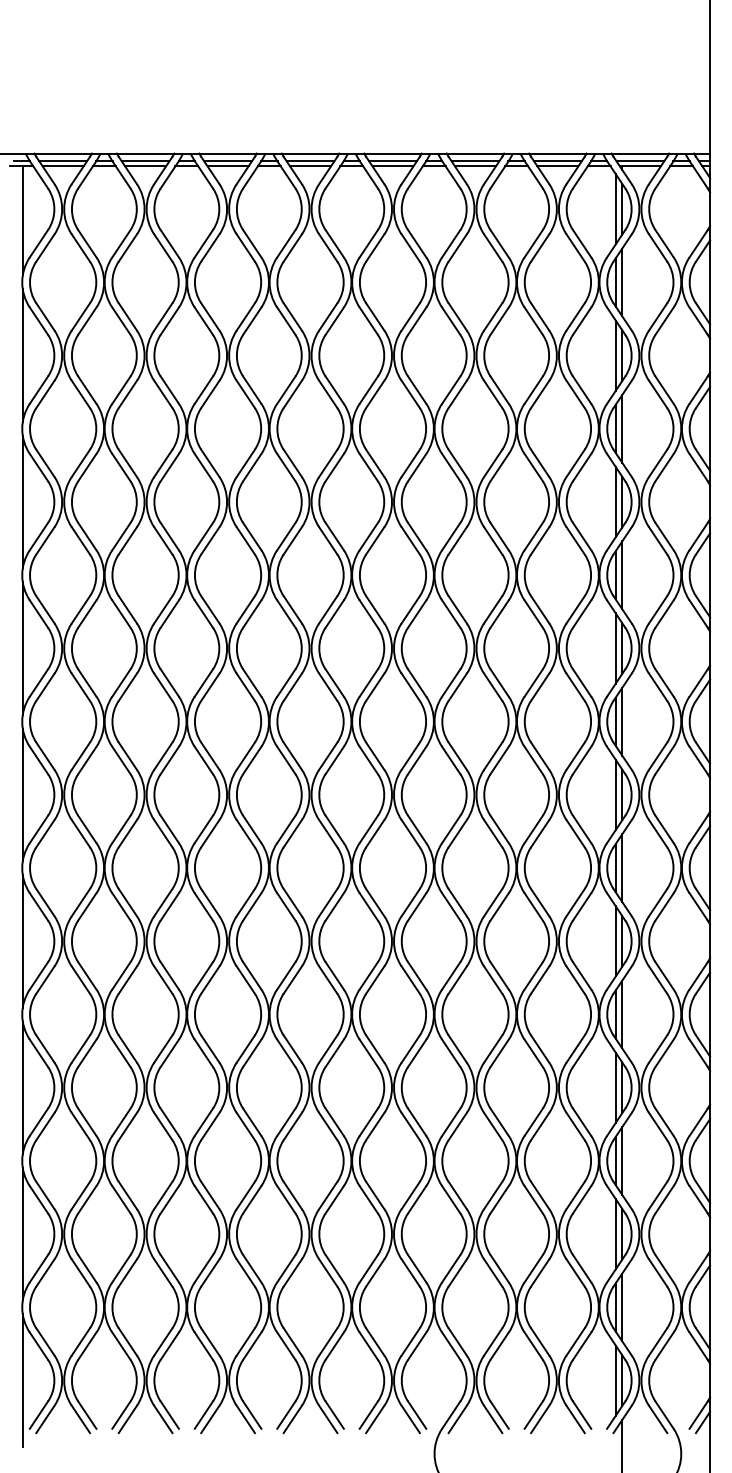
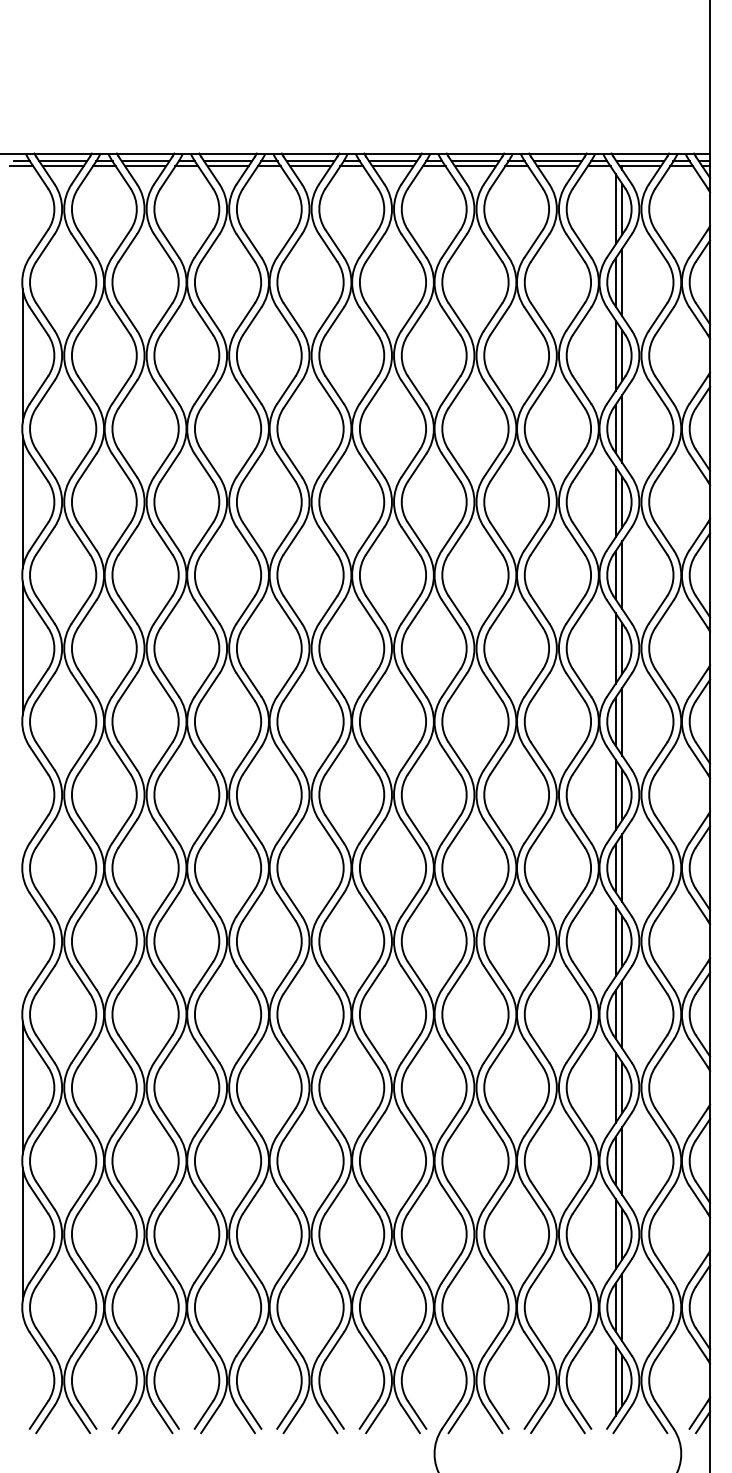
line at (22, 220): present -> none
line at (22, 794): present -> none
line at (22, 941): present -> none
line at (22, 1380): present -> none
line at (622, 1444): present -> none
